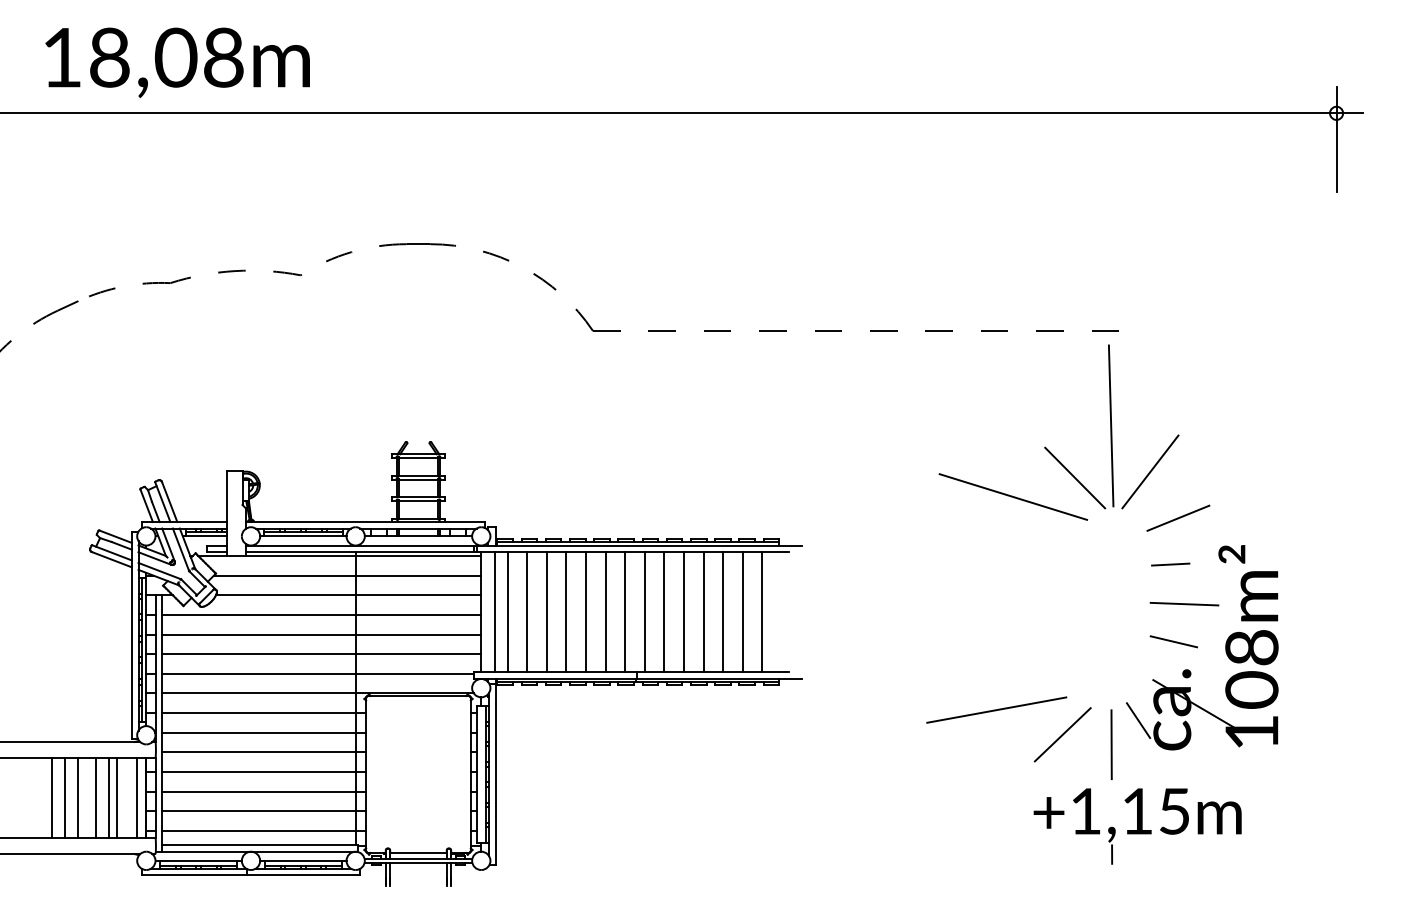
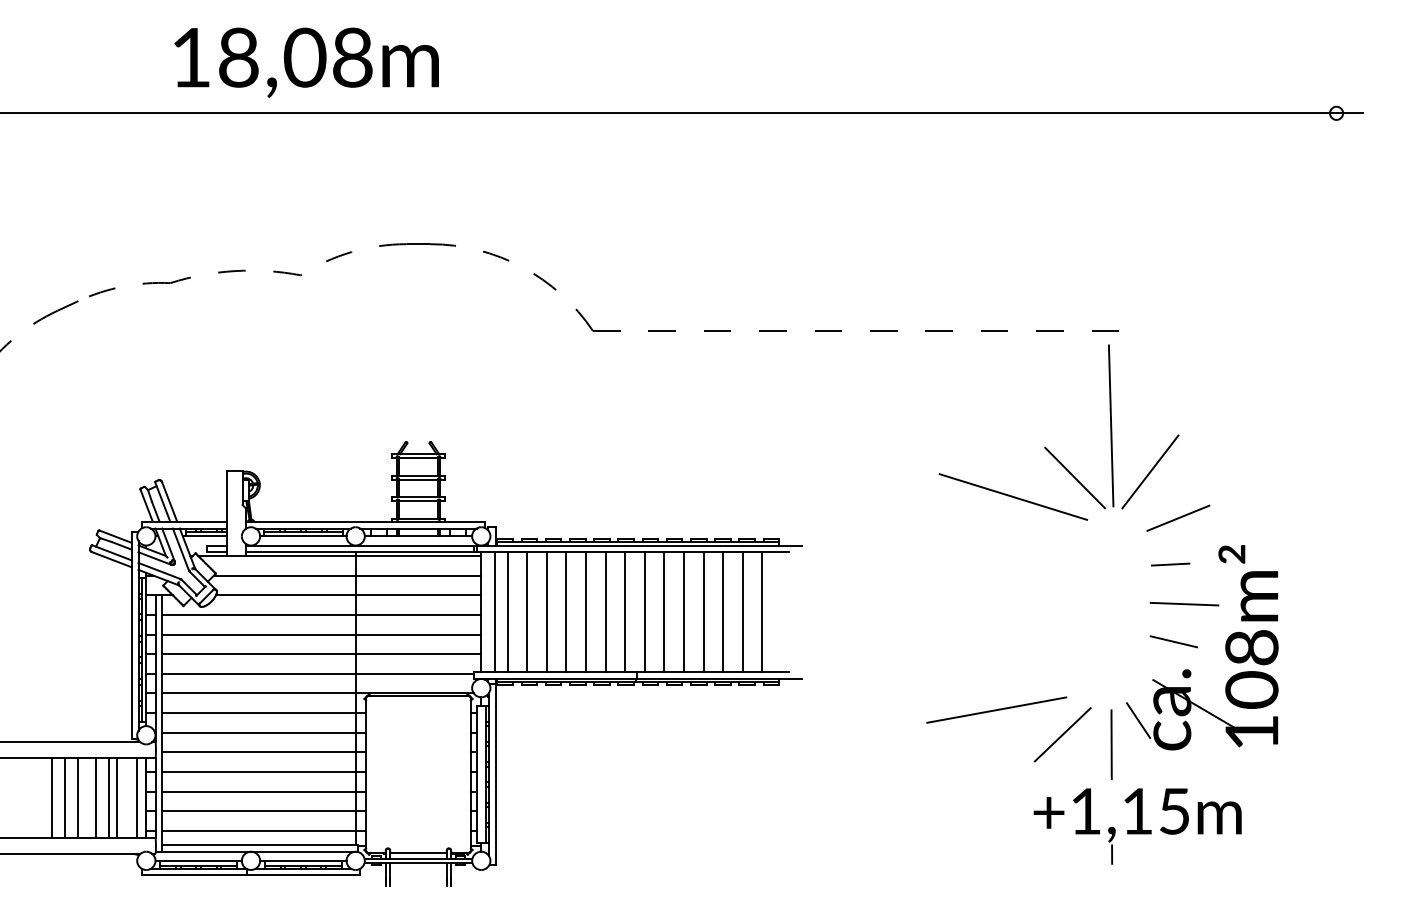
text at (177, 62) position: (177, 62) -> (306, 62)
line at (1336, 139): present -> none
